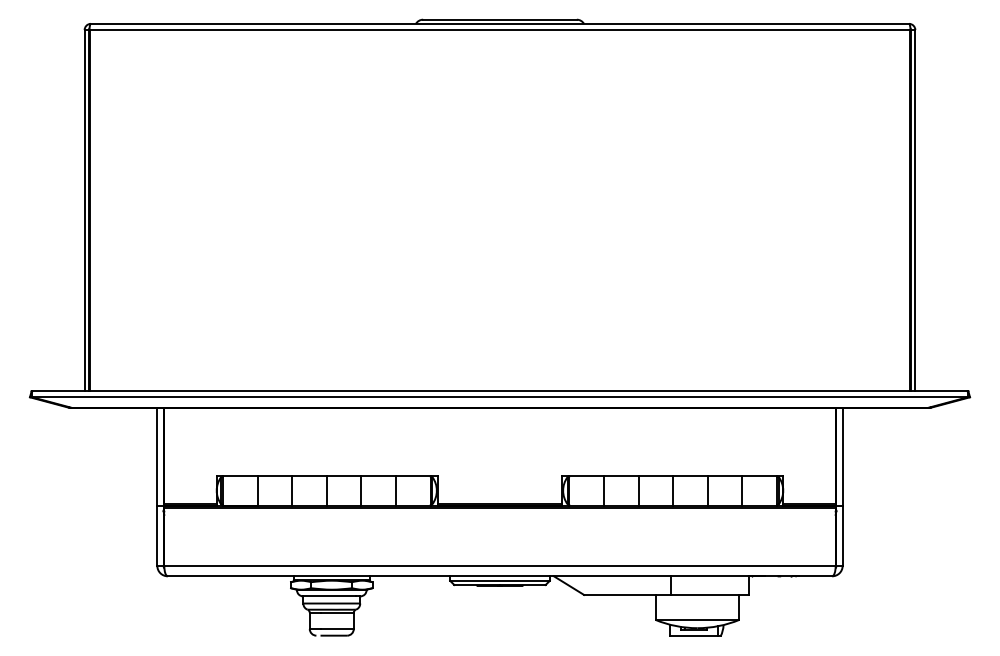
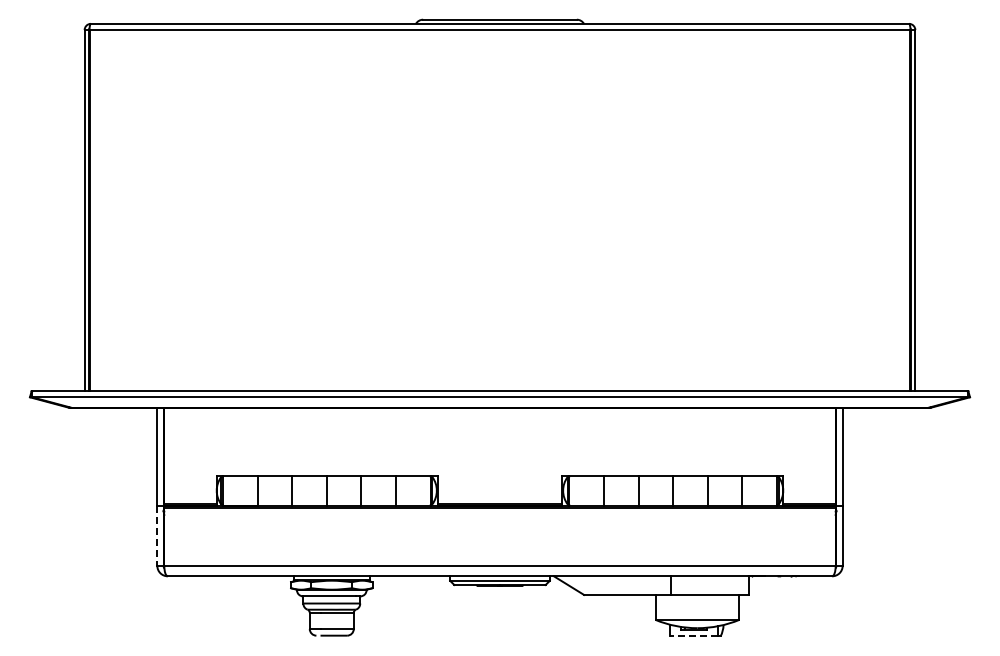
line at (157, 536): solid -> dashed
line at (693, 636): solid -> dashed
